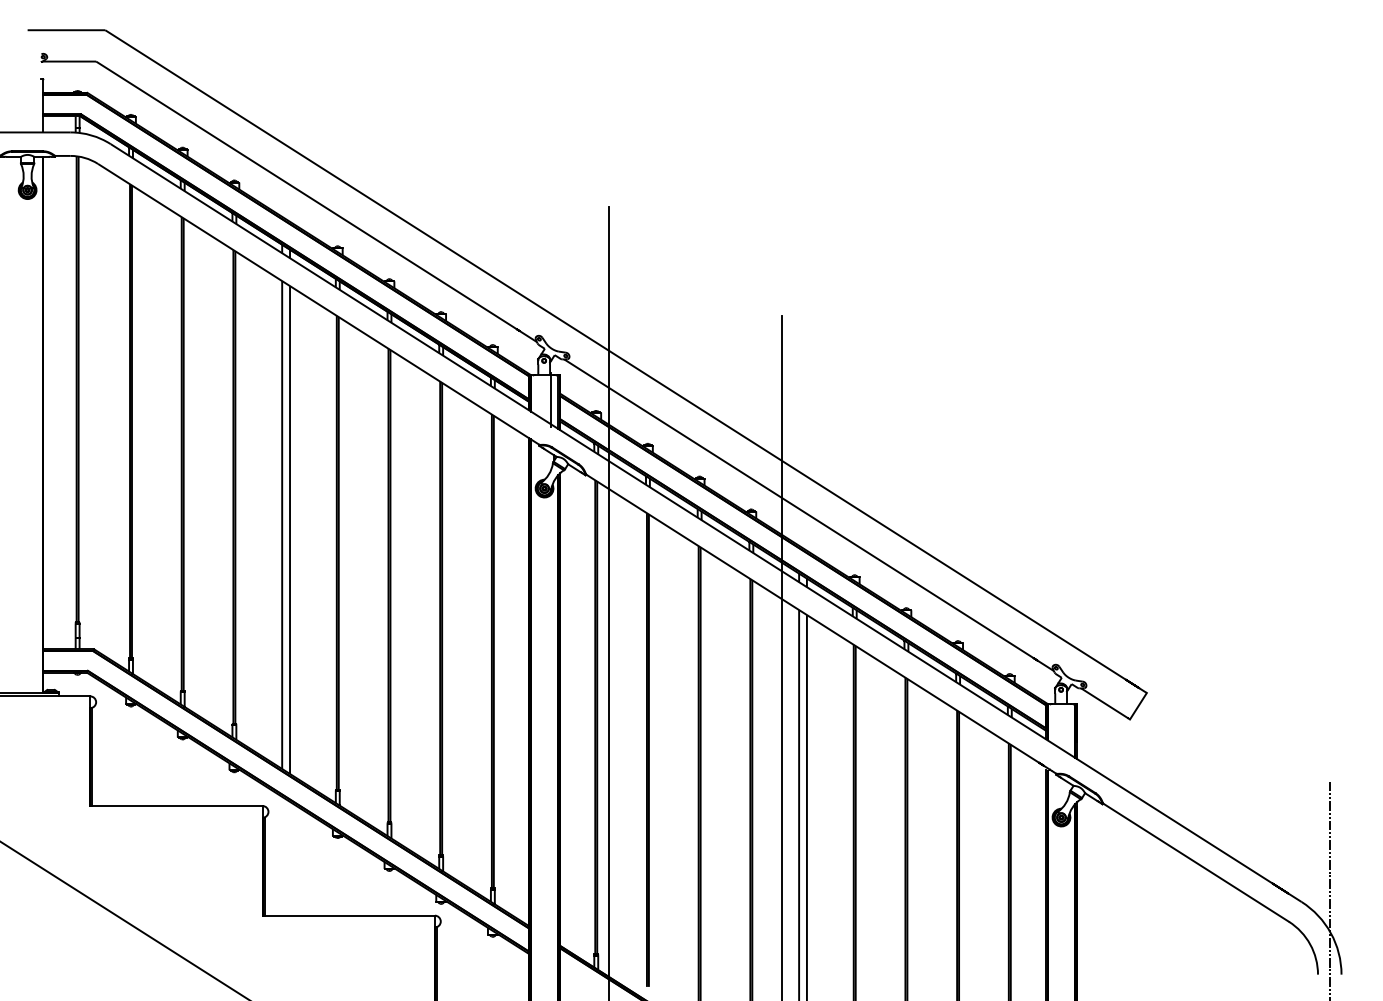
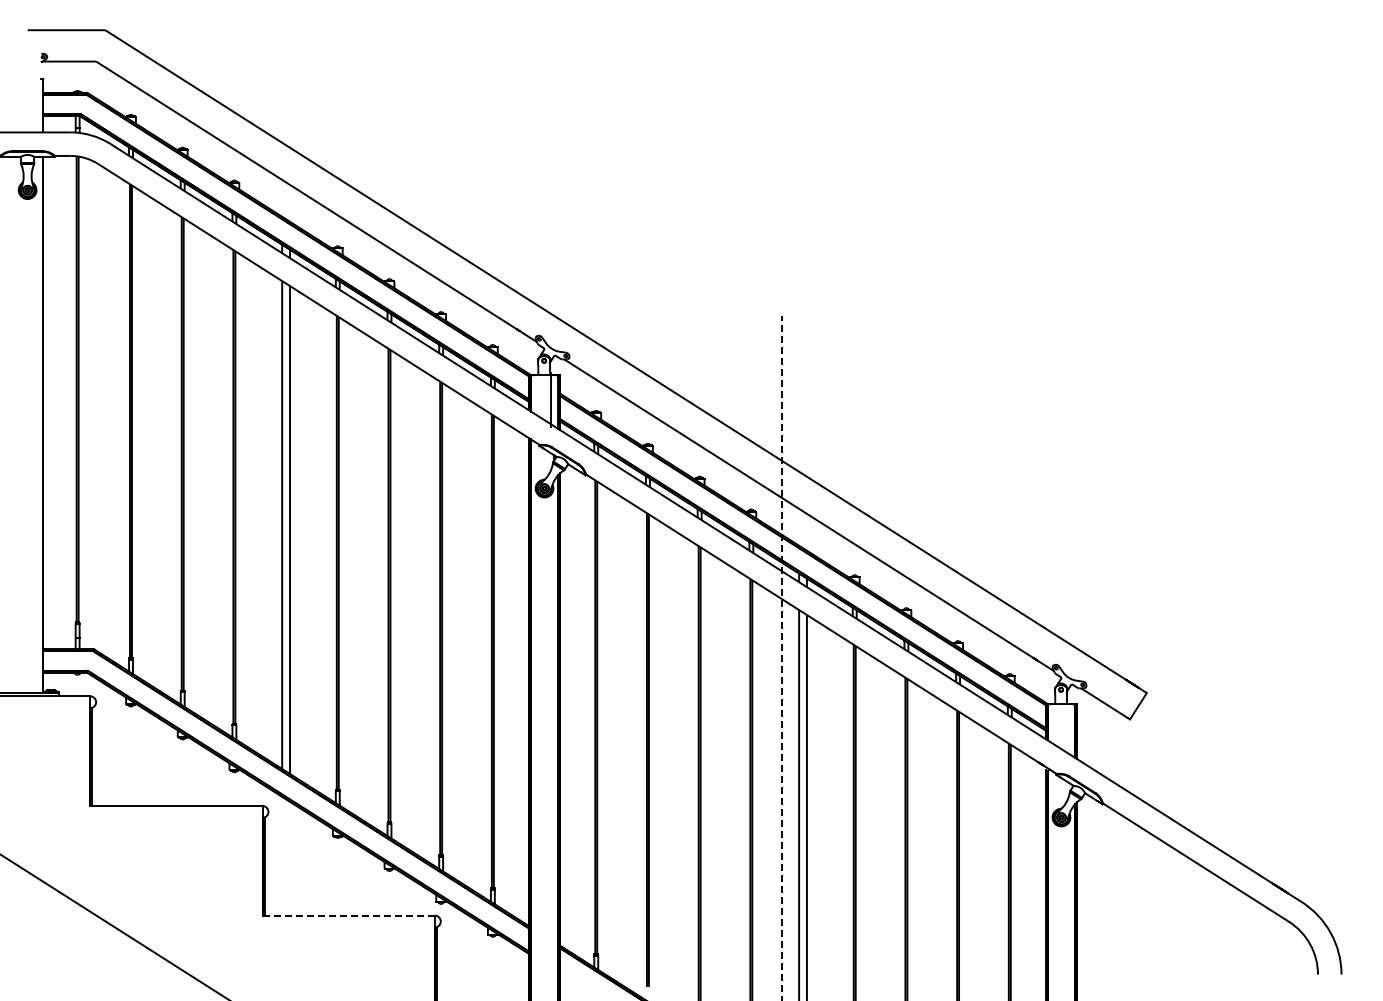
line at (608, 601): present -> none
line at (781, 658): solid -> dashed
line at (1329, 889): present -> none
line at (348, 915): solid -> dashed
line at (123, 920) position: (123, 920) -> (113, 926)
